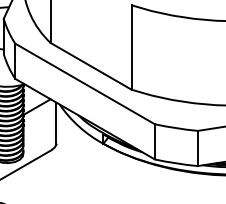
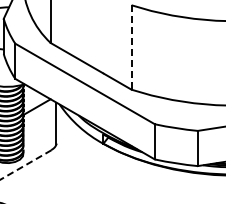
line at (131, 47): solid -> dashed
line at (25, 165): solid -> dashed
